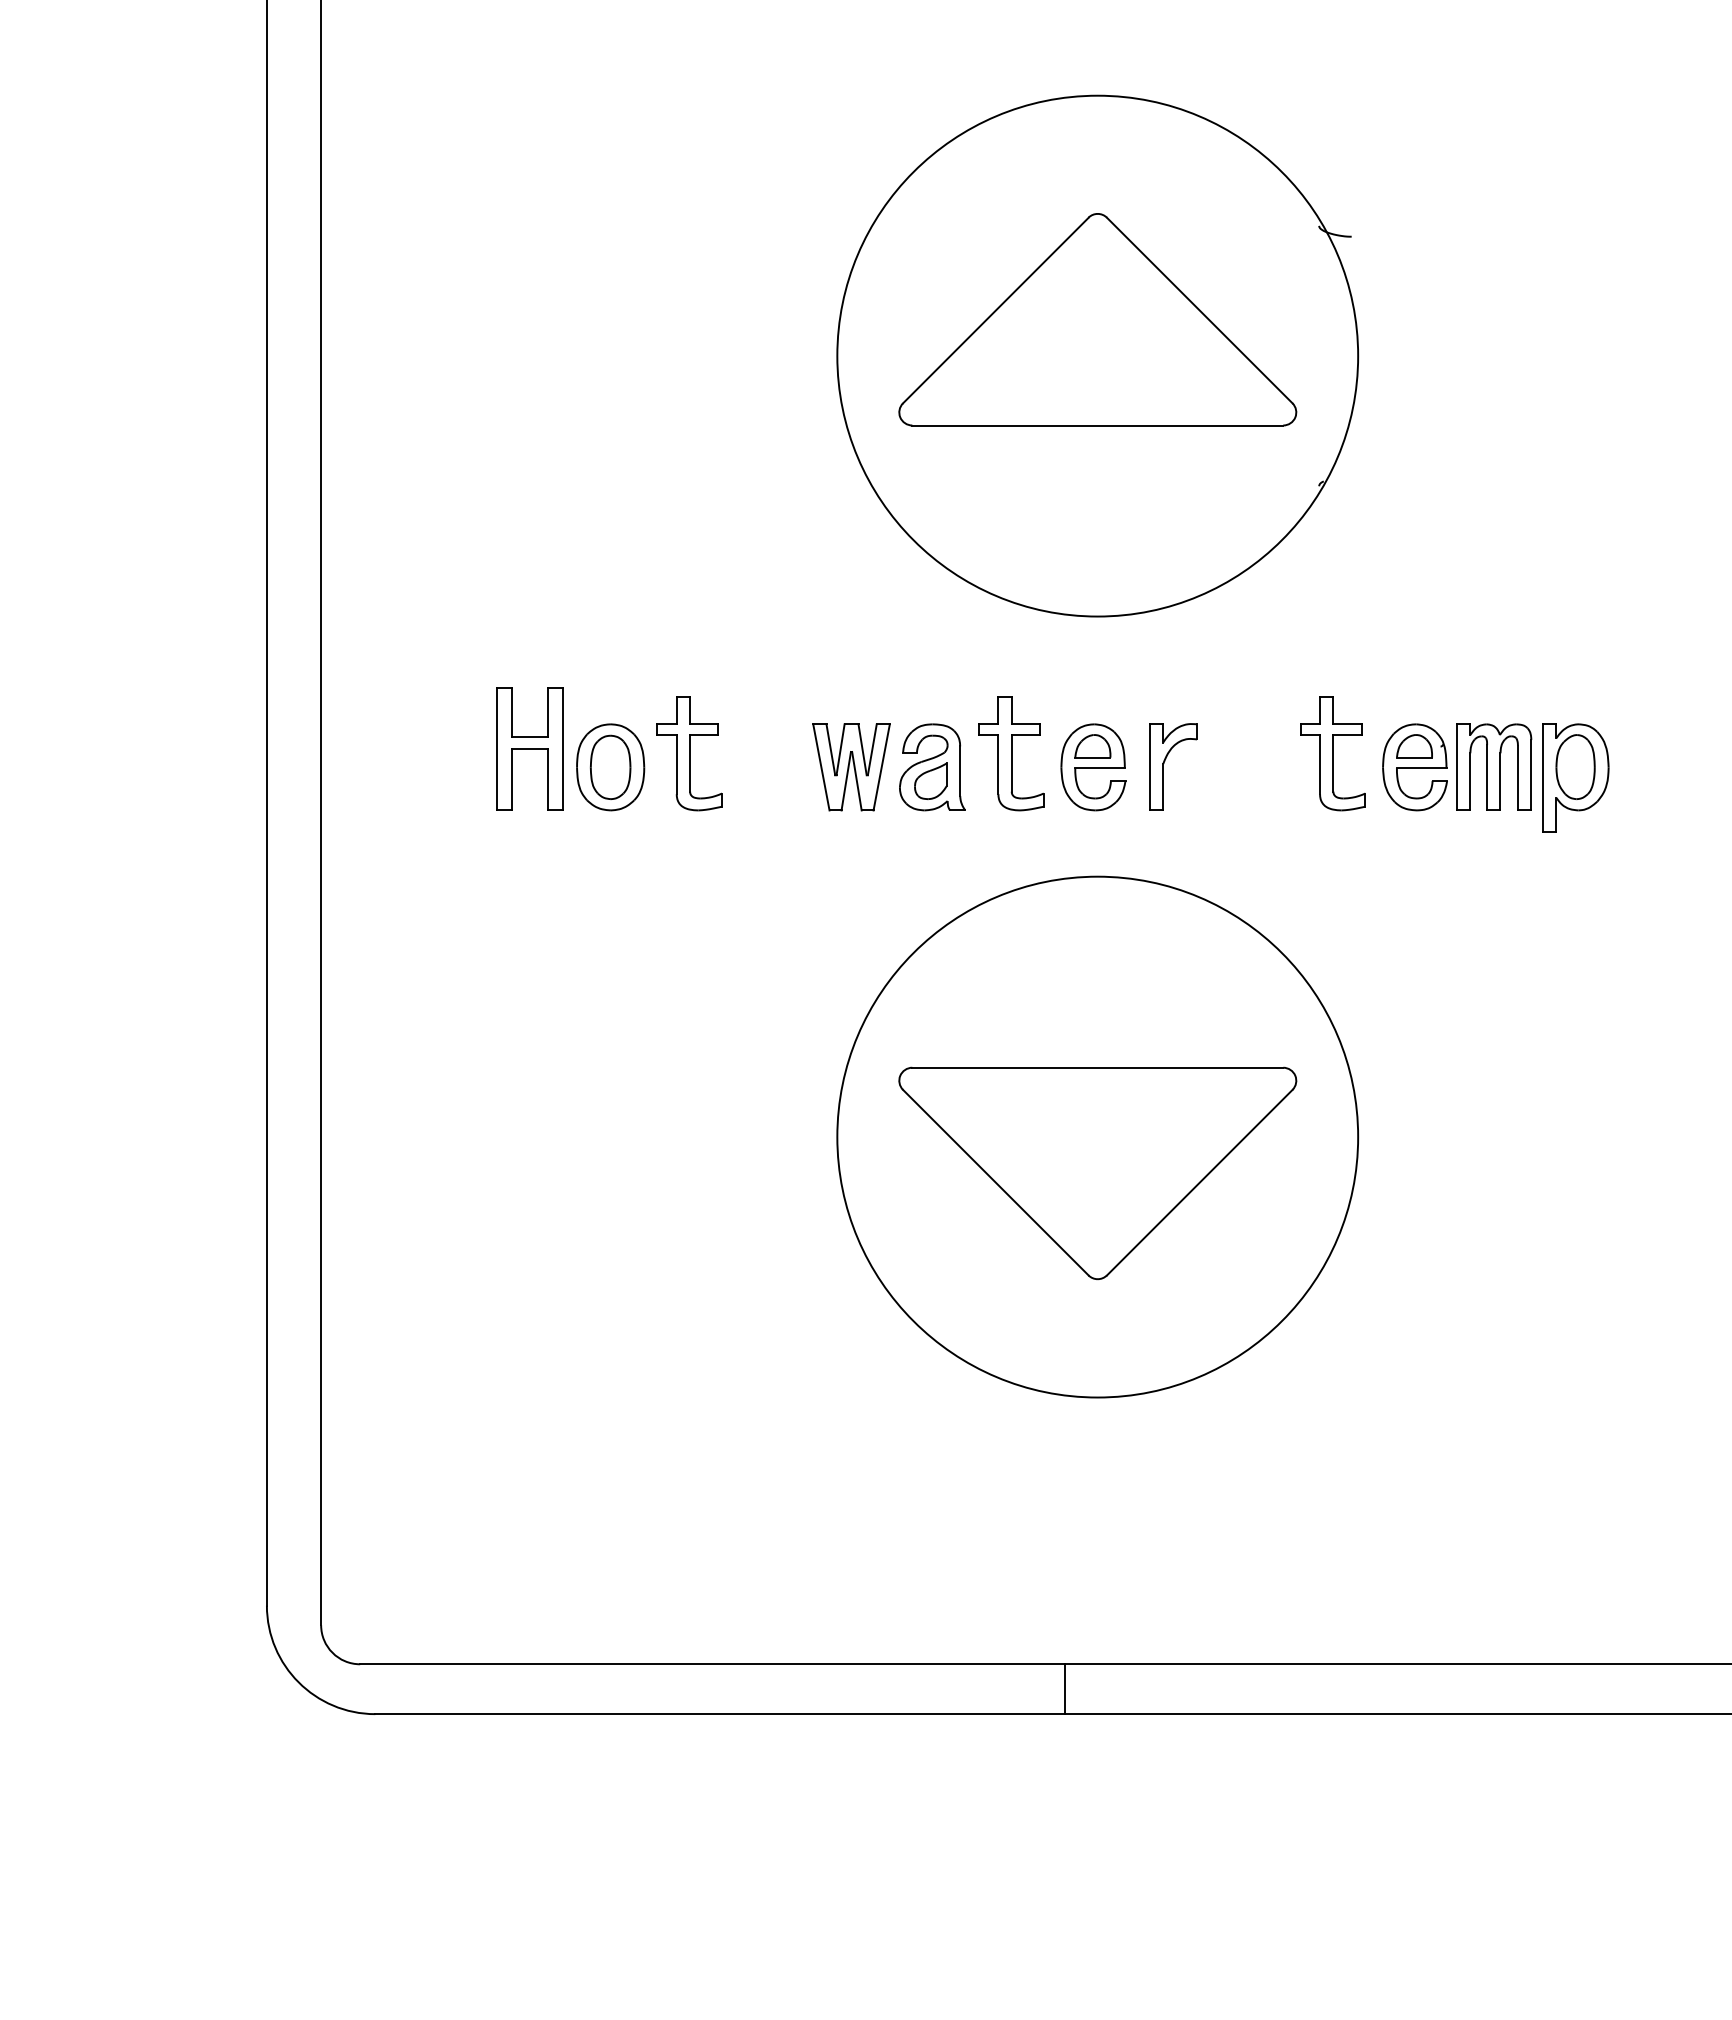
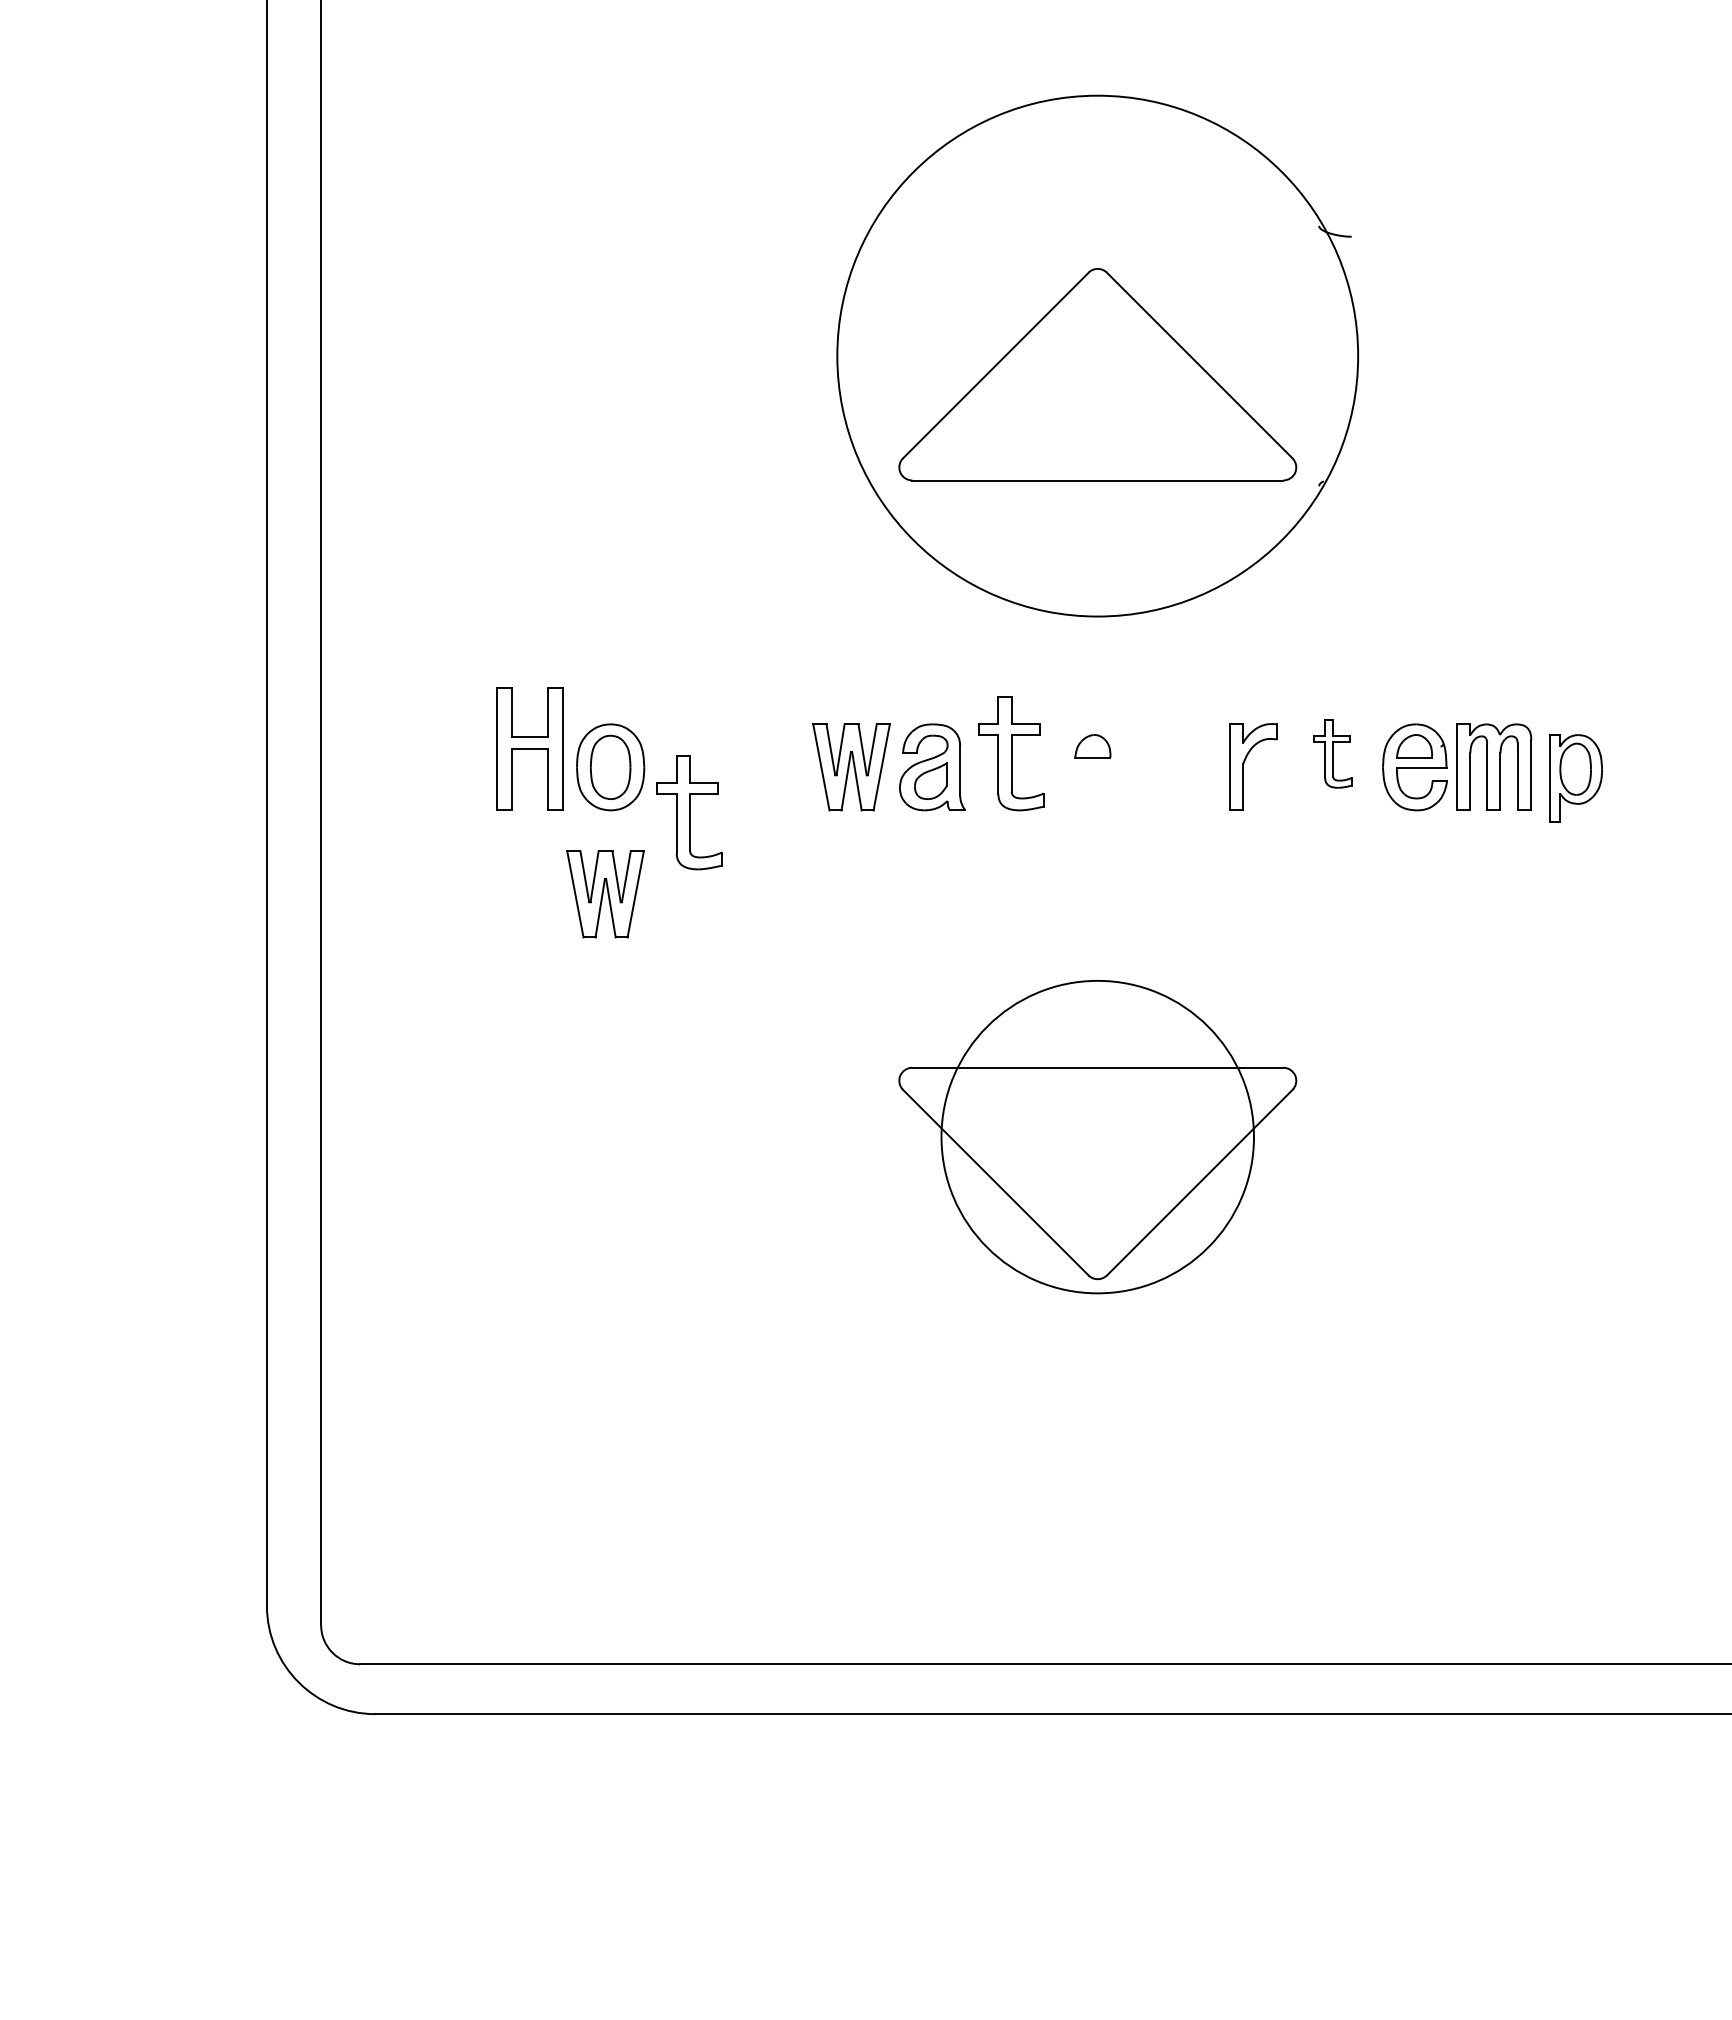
part at (1097, 319) position: (1097, 319) -> (1097, 374)
part at (689, 753) position: (689, 753) -> (689, 812)
part at (1332, 753) size: 66x116 px -> 40x70 px
part at (1165, 761) position: (1165, 761) -> (1245, 761)
part at (1093, 767): present -> none
part at (1575, 777) size: 68x110 px -> 54x89 px
part at (605, 894): none -> present
circle at (1097, 1136) diameter: 521 px -> 312 px
line at (1065, 1689): present -> none
